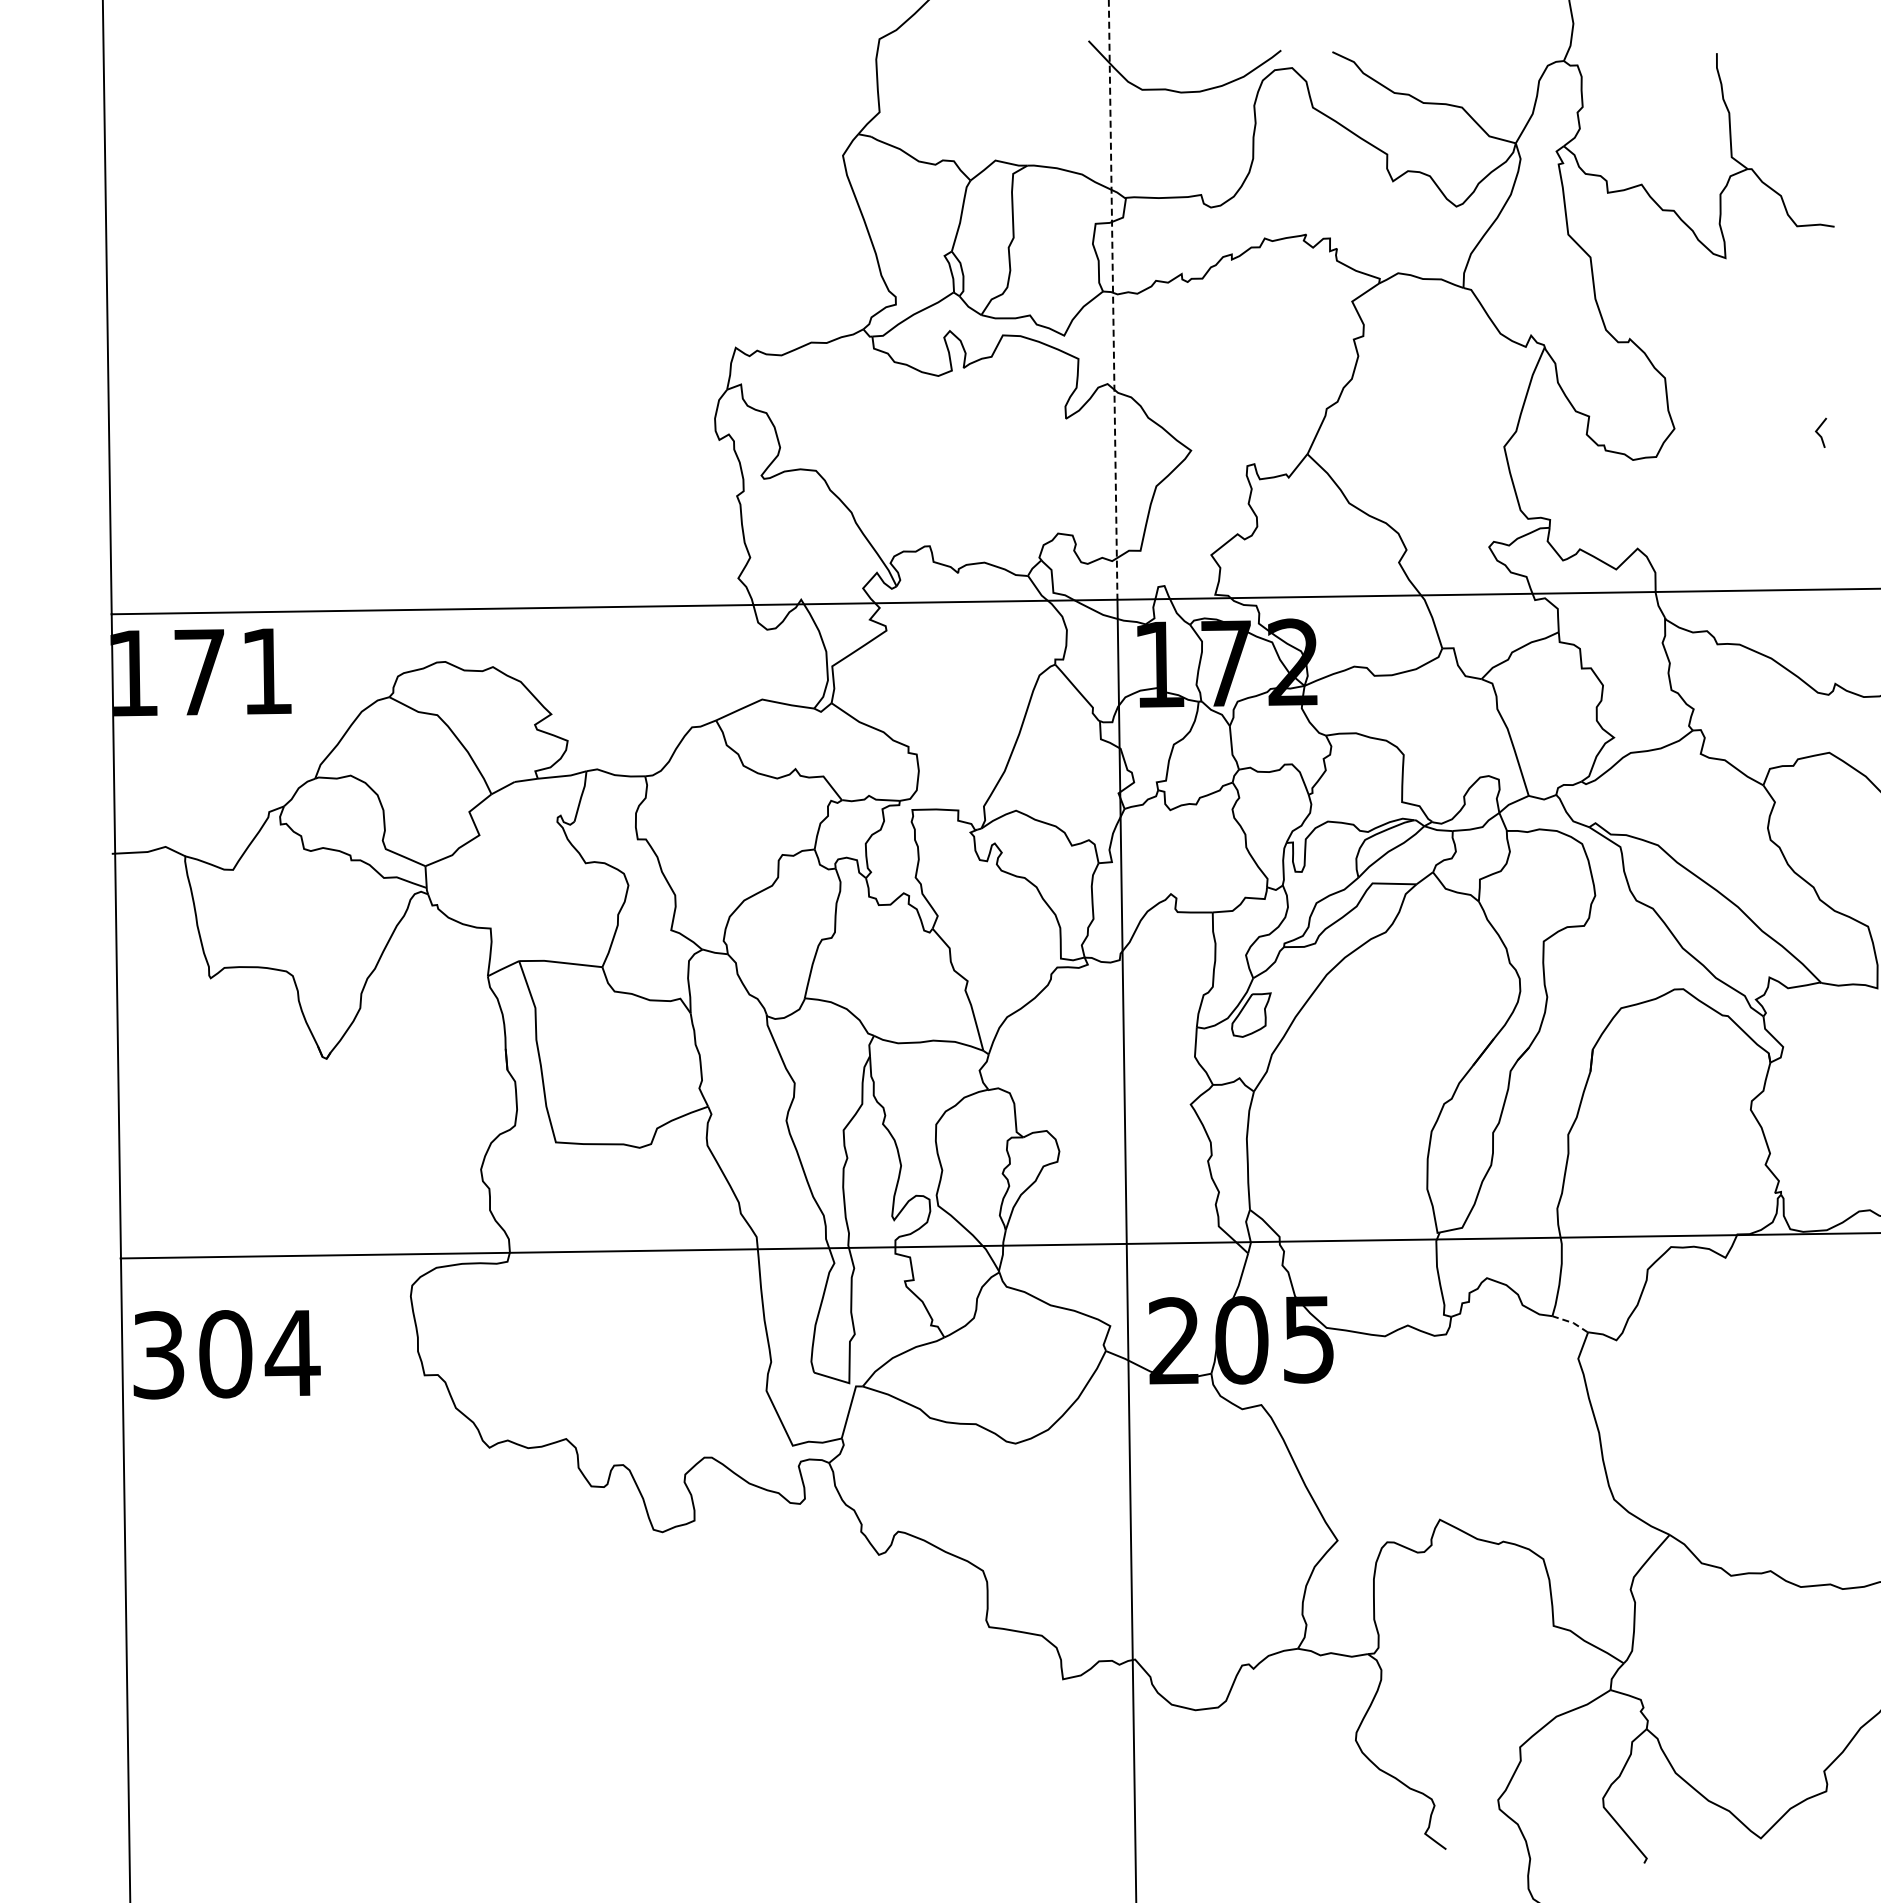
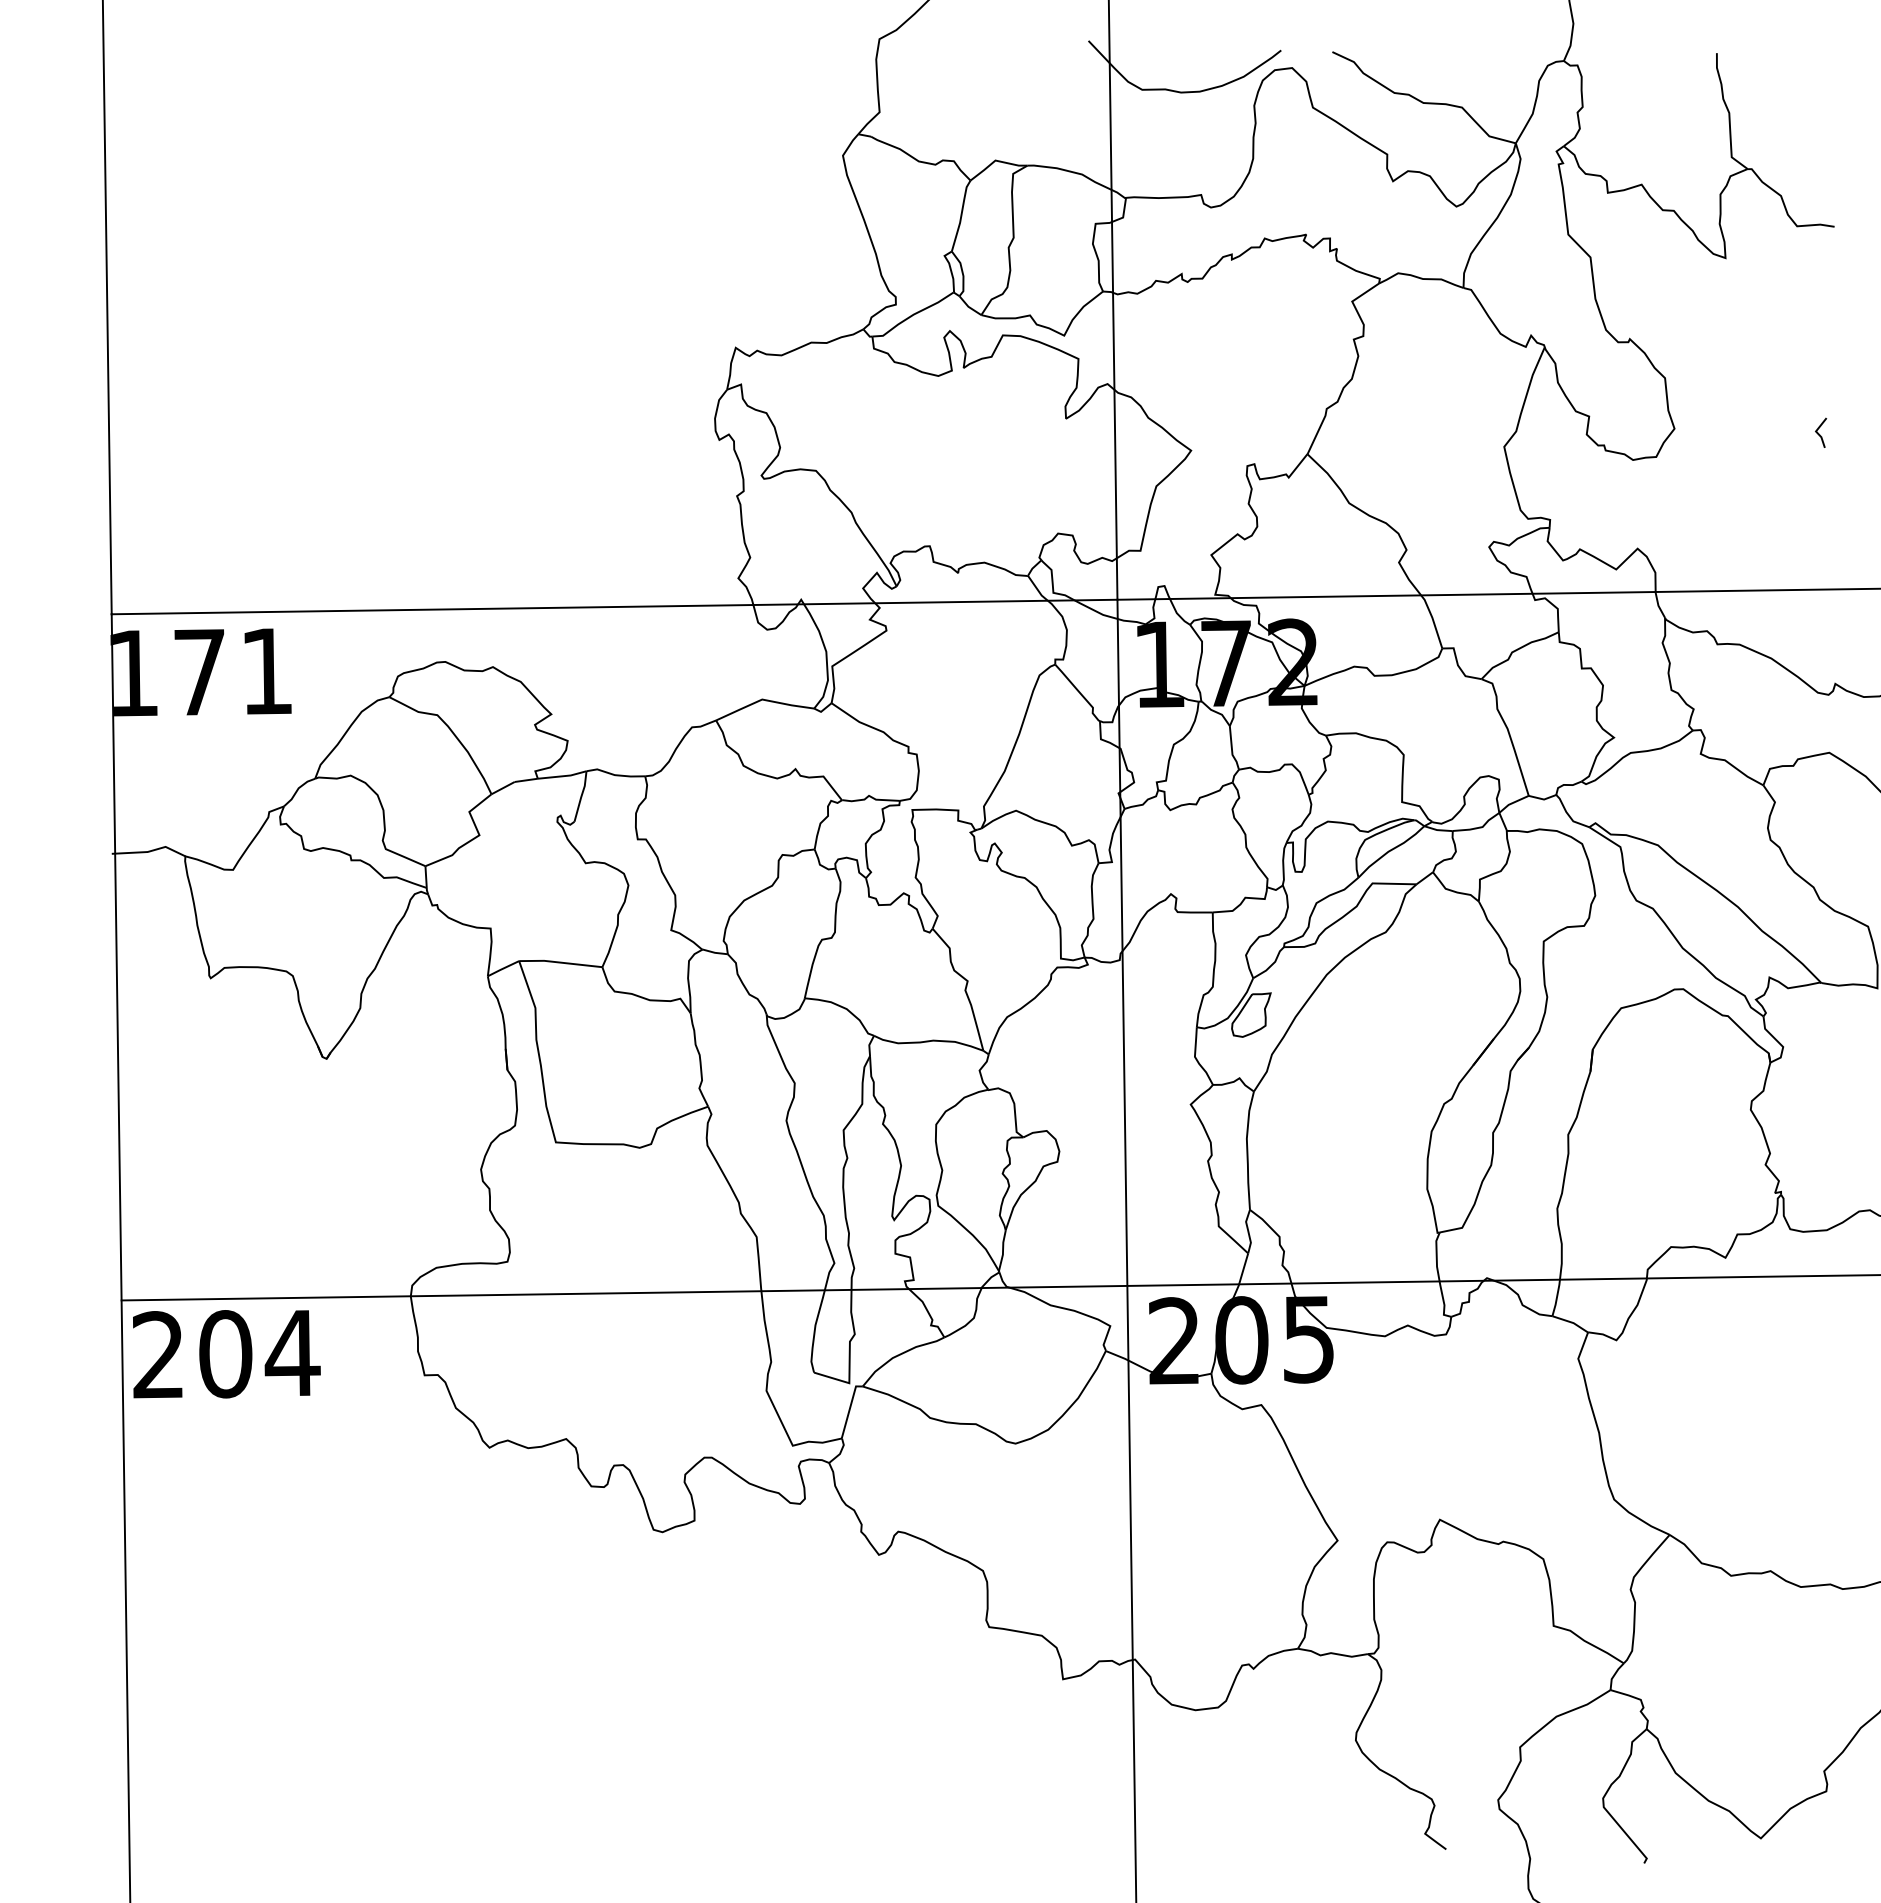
line at (1113, 299): dashed -> solid
line at (998, 1245) position: (998, 1245) -> (999, 1287)
line at (1571, 1322): dashed -> solid
text at (158, 1355): 304 -> 204
